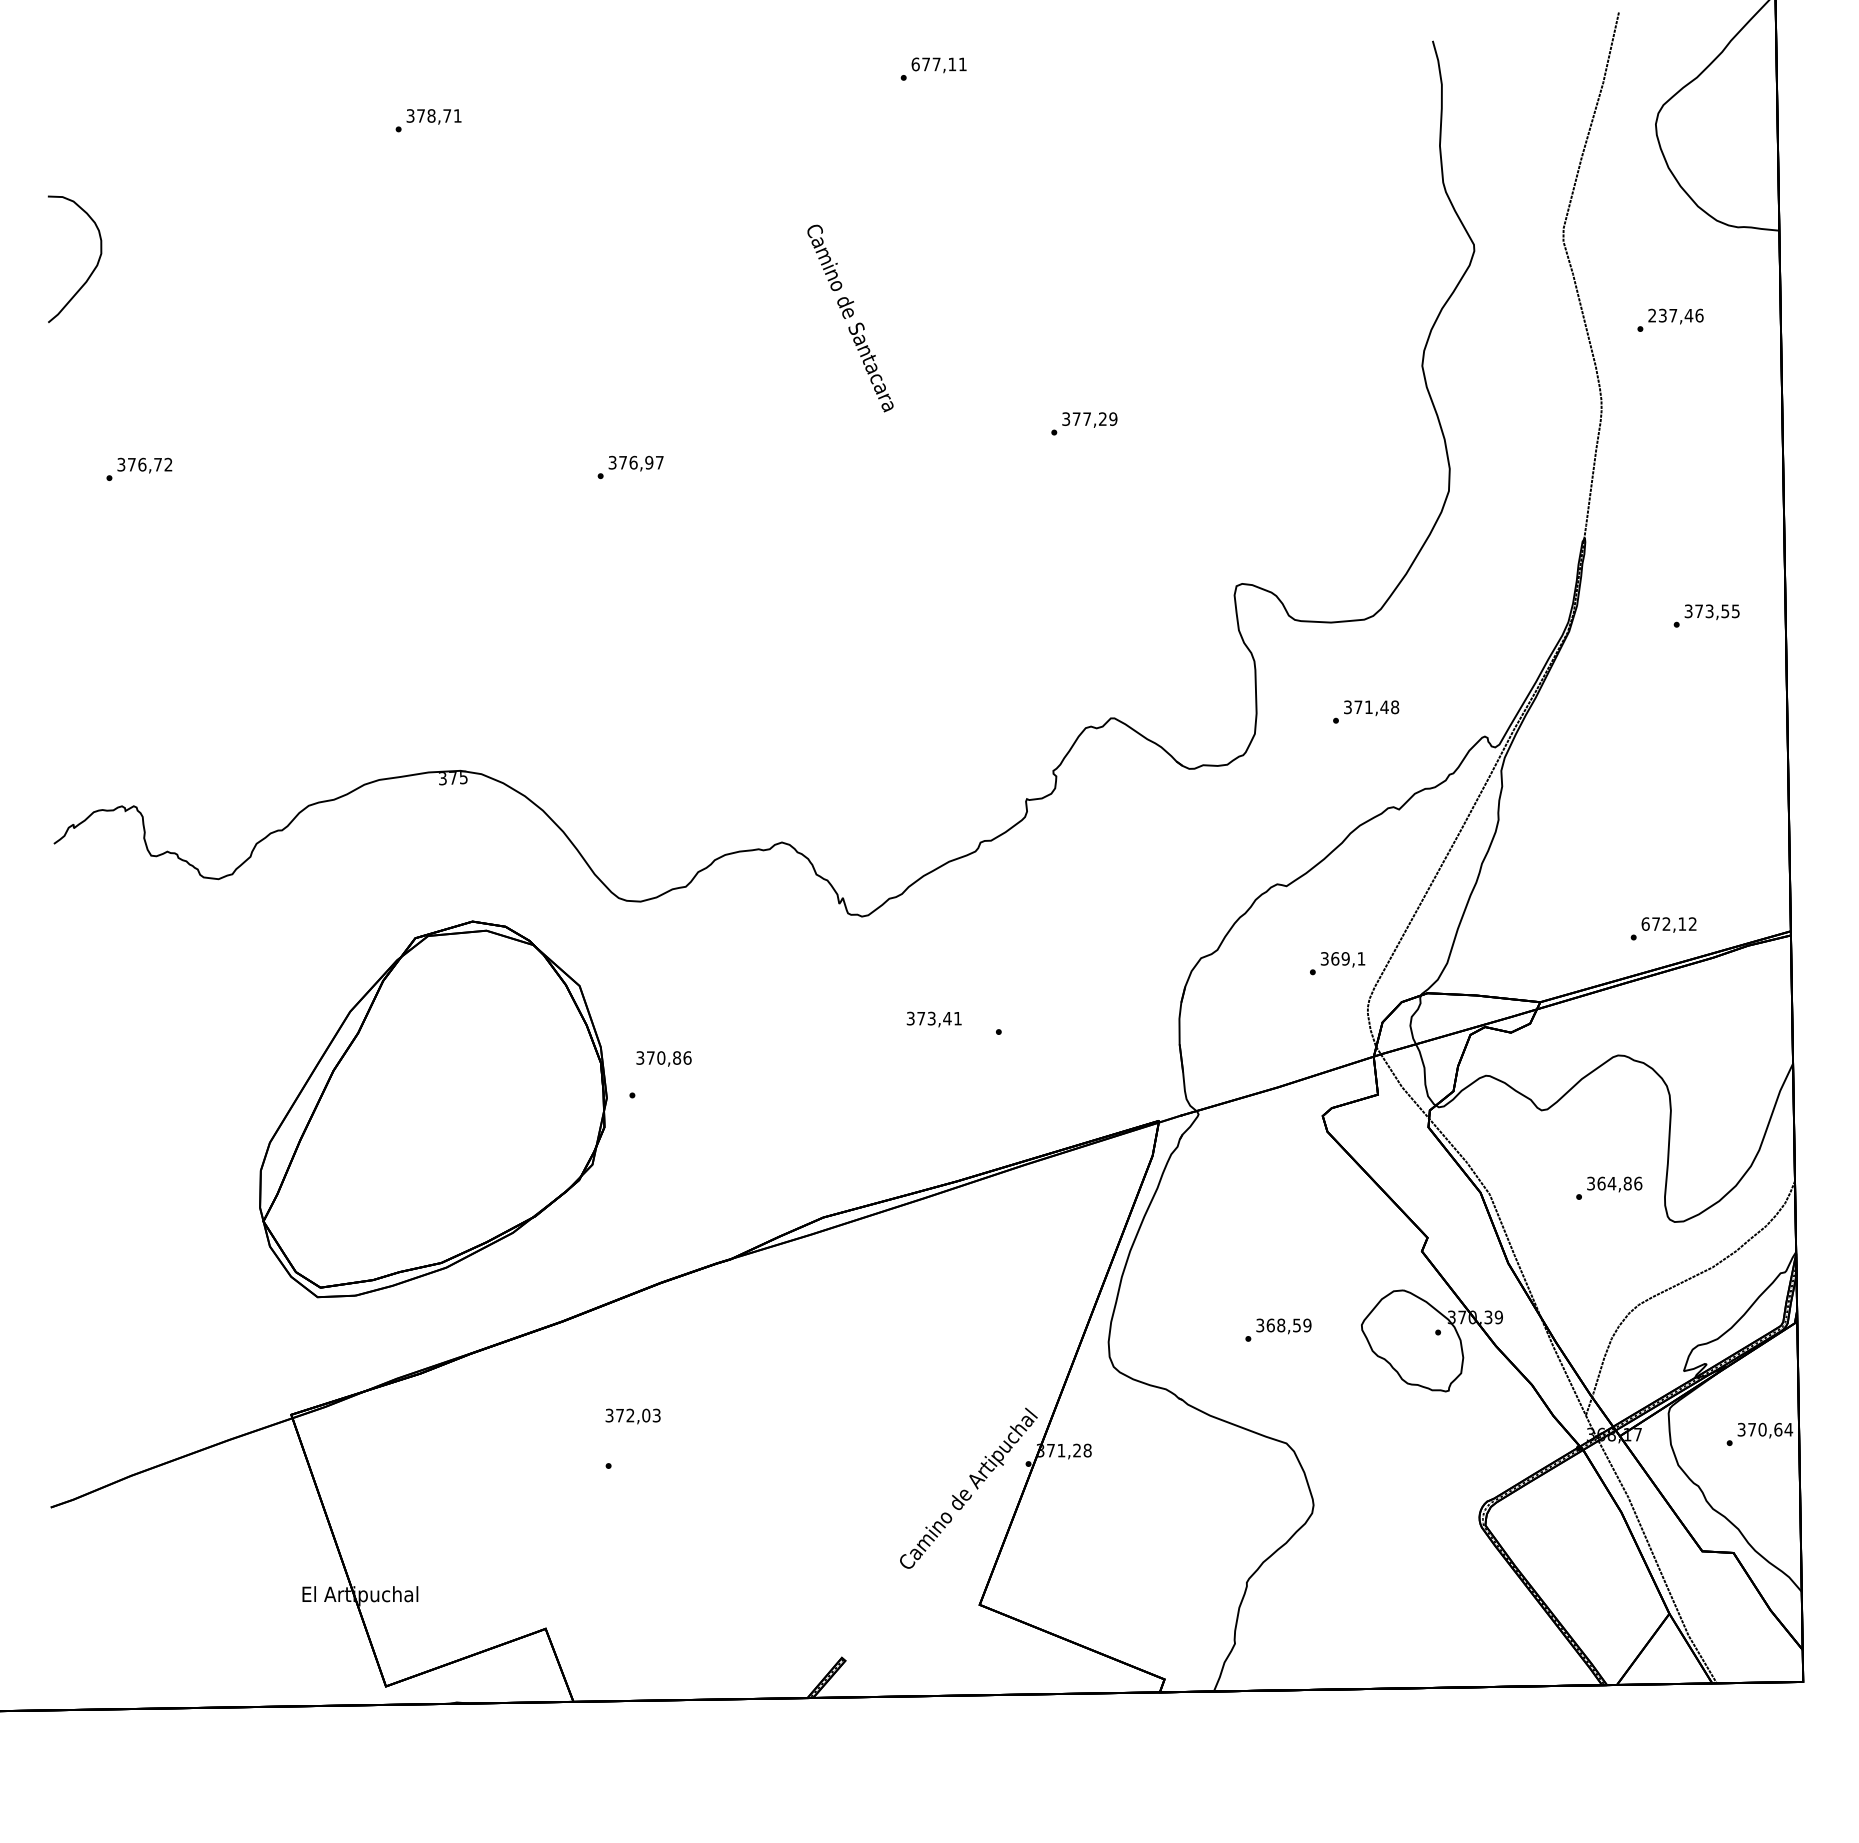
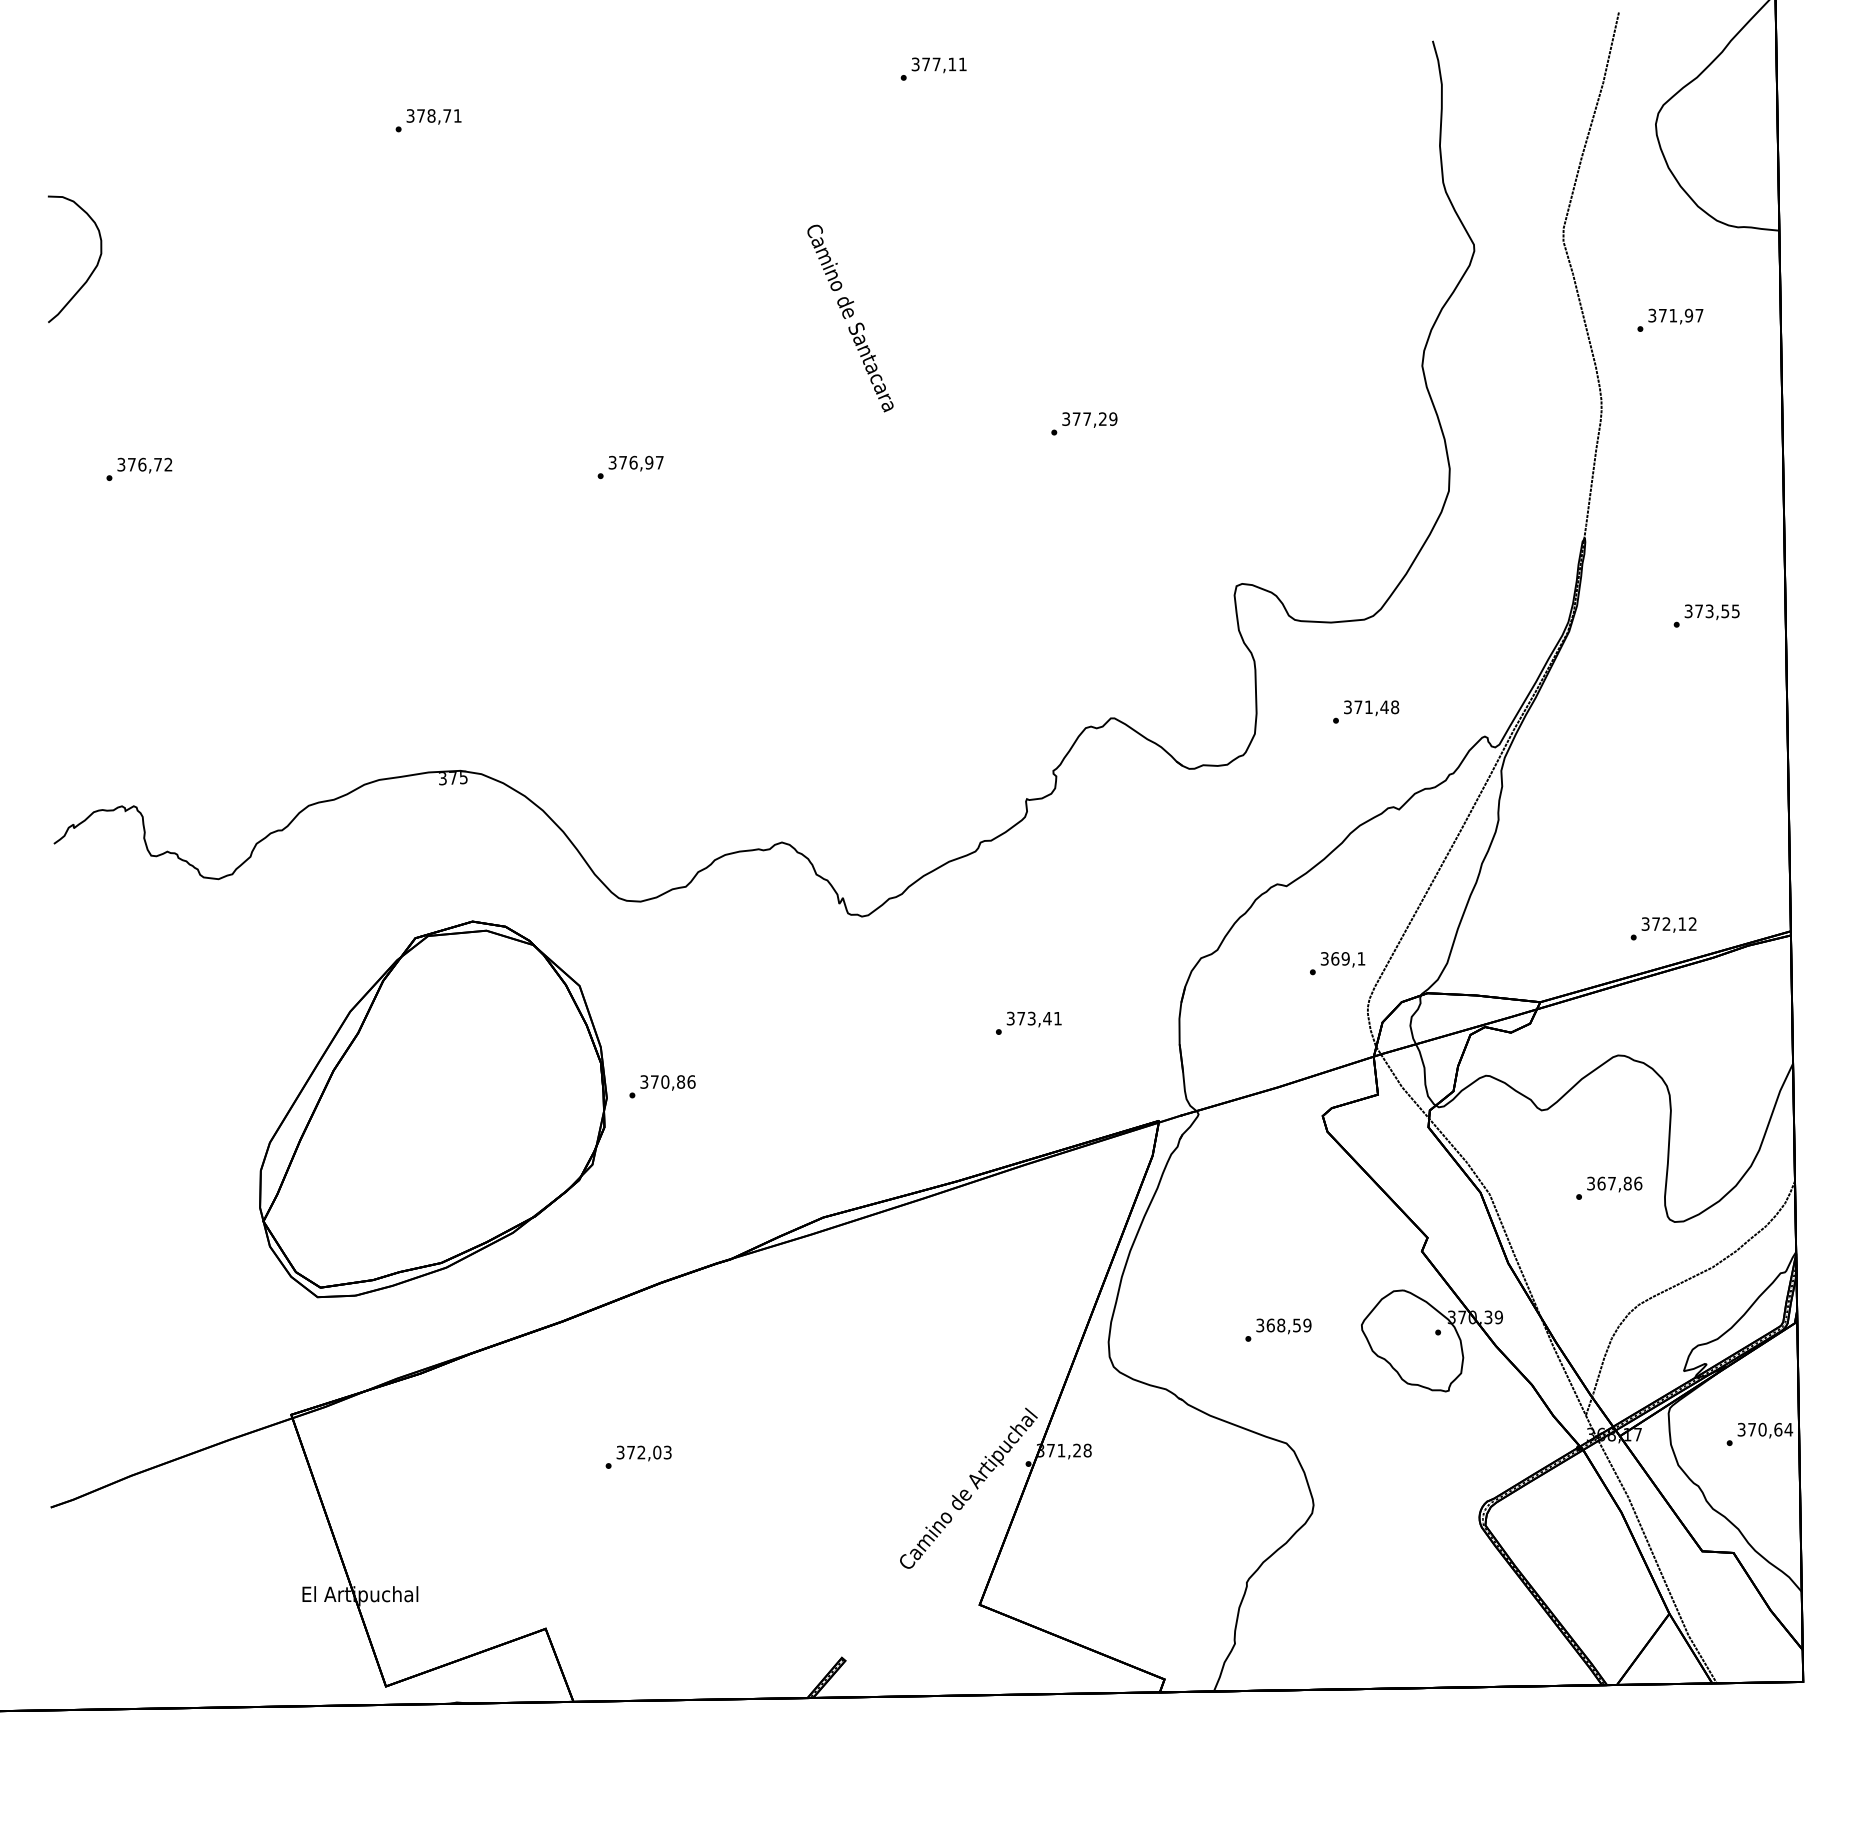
text at (915, 64): 677,11 -> 377,11
text at (1675, 315): 237,46 -> 371,97
text at (1645, 923): 672,12 -> 372,12
text at (933, 1019) position: (933, 1019) -> (1033, 1019)
text at (663, 1058) position: (663, 1058) -> (667, 1082)
text at (1611, 1183): 364,86 -> 367,86
text at (632, 1416) position: (632, 1416) -> (643, 1453)
